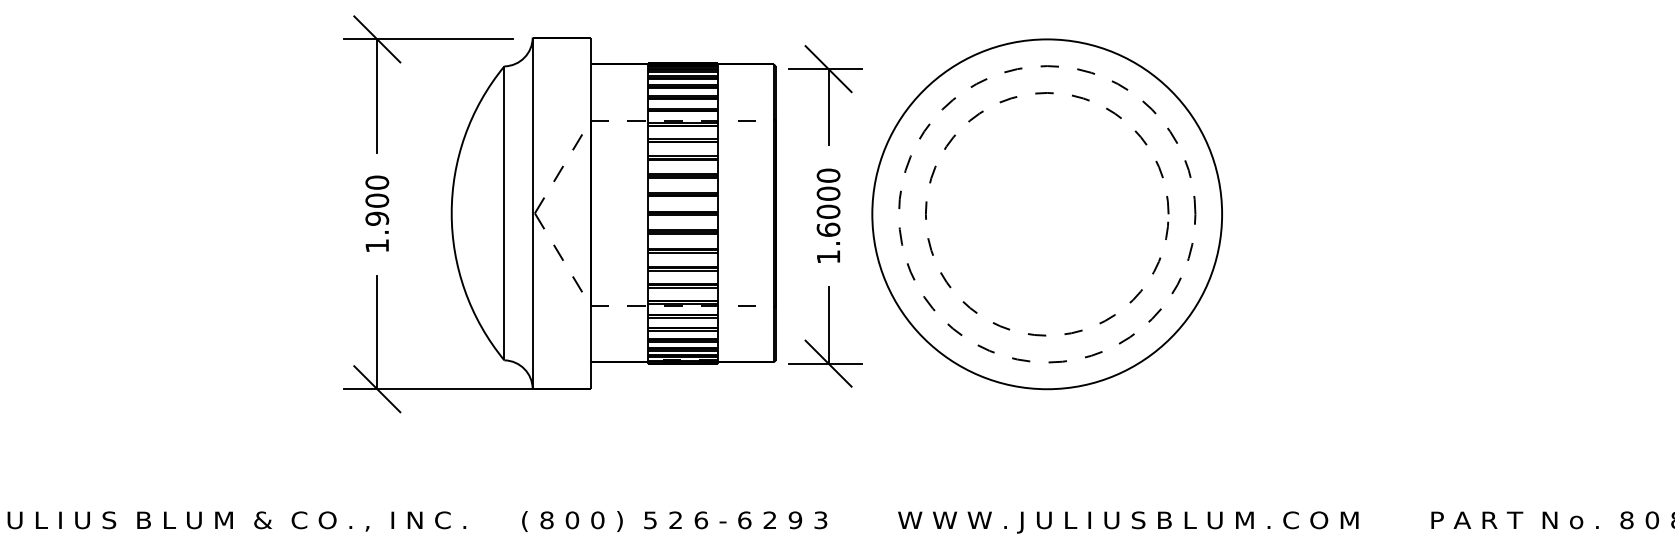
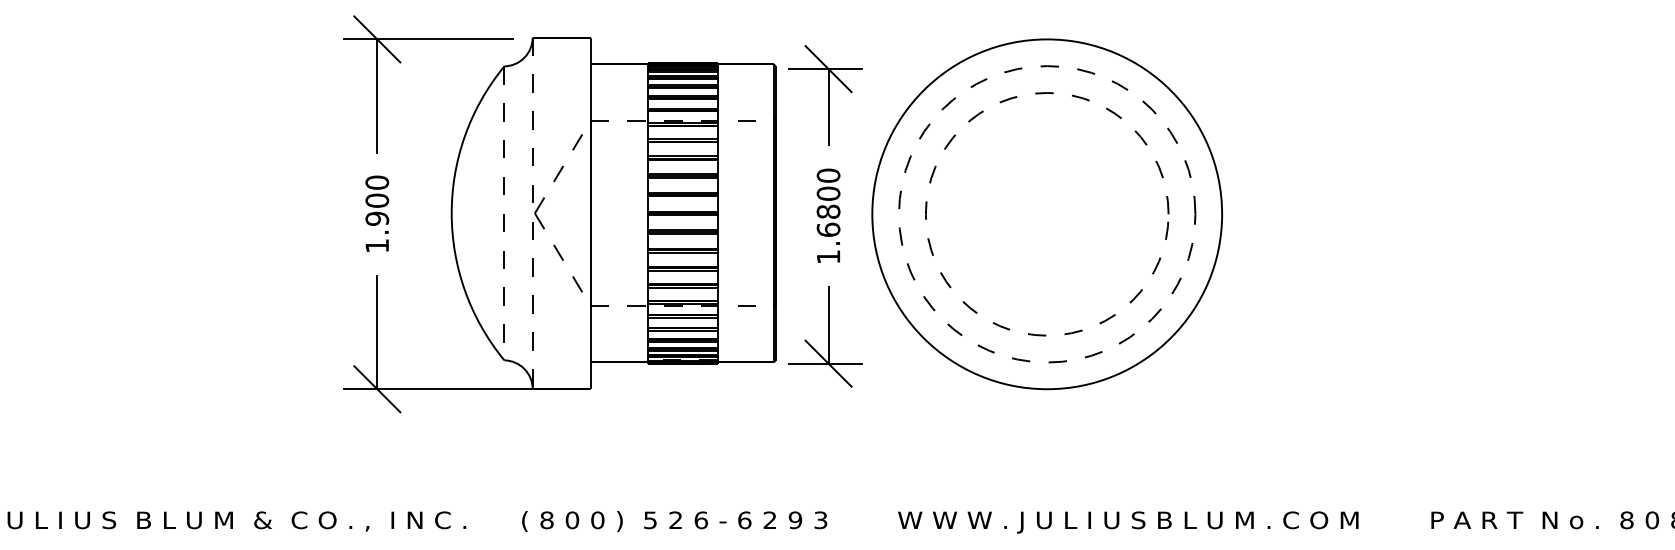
text at (828, 211): 1.6000 -> 1.6800
line at (504, 213): solid -> dashed
line at (532, 213): solid -> dashed
